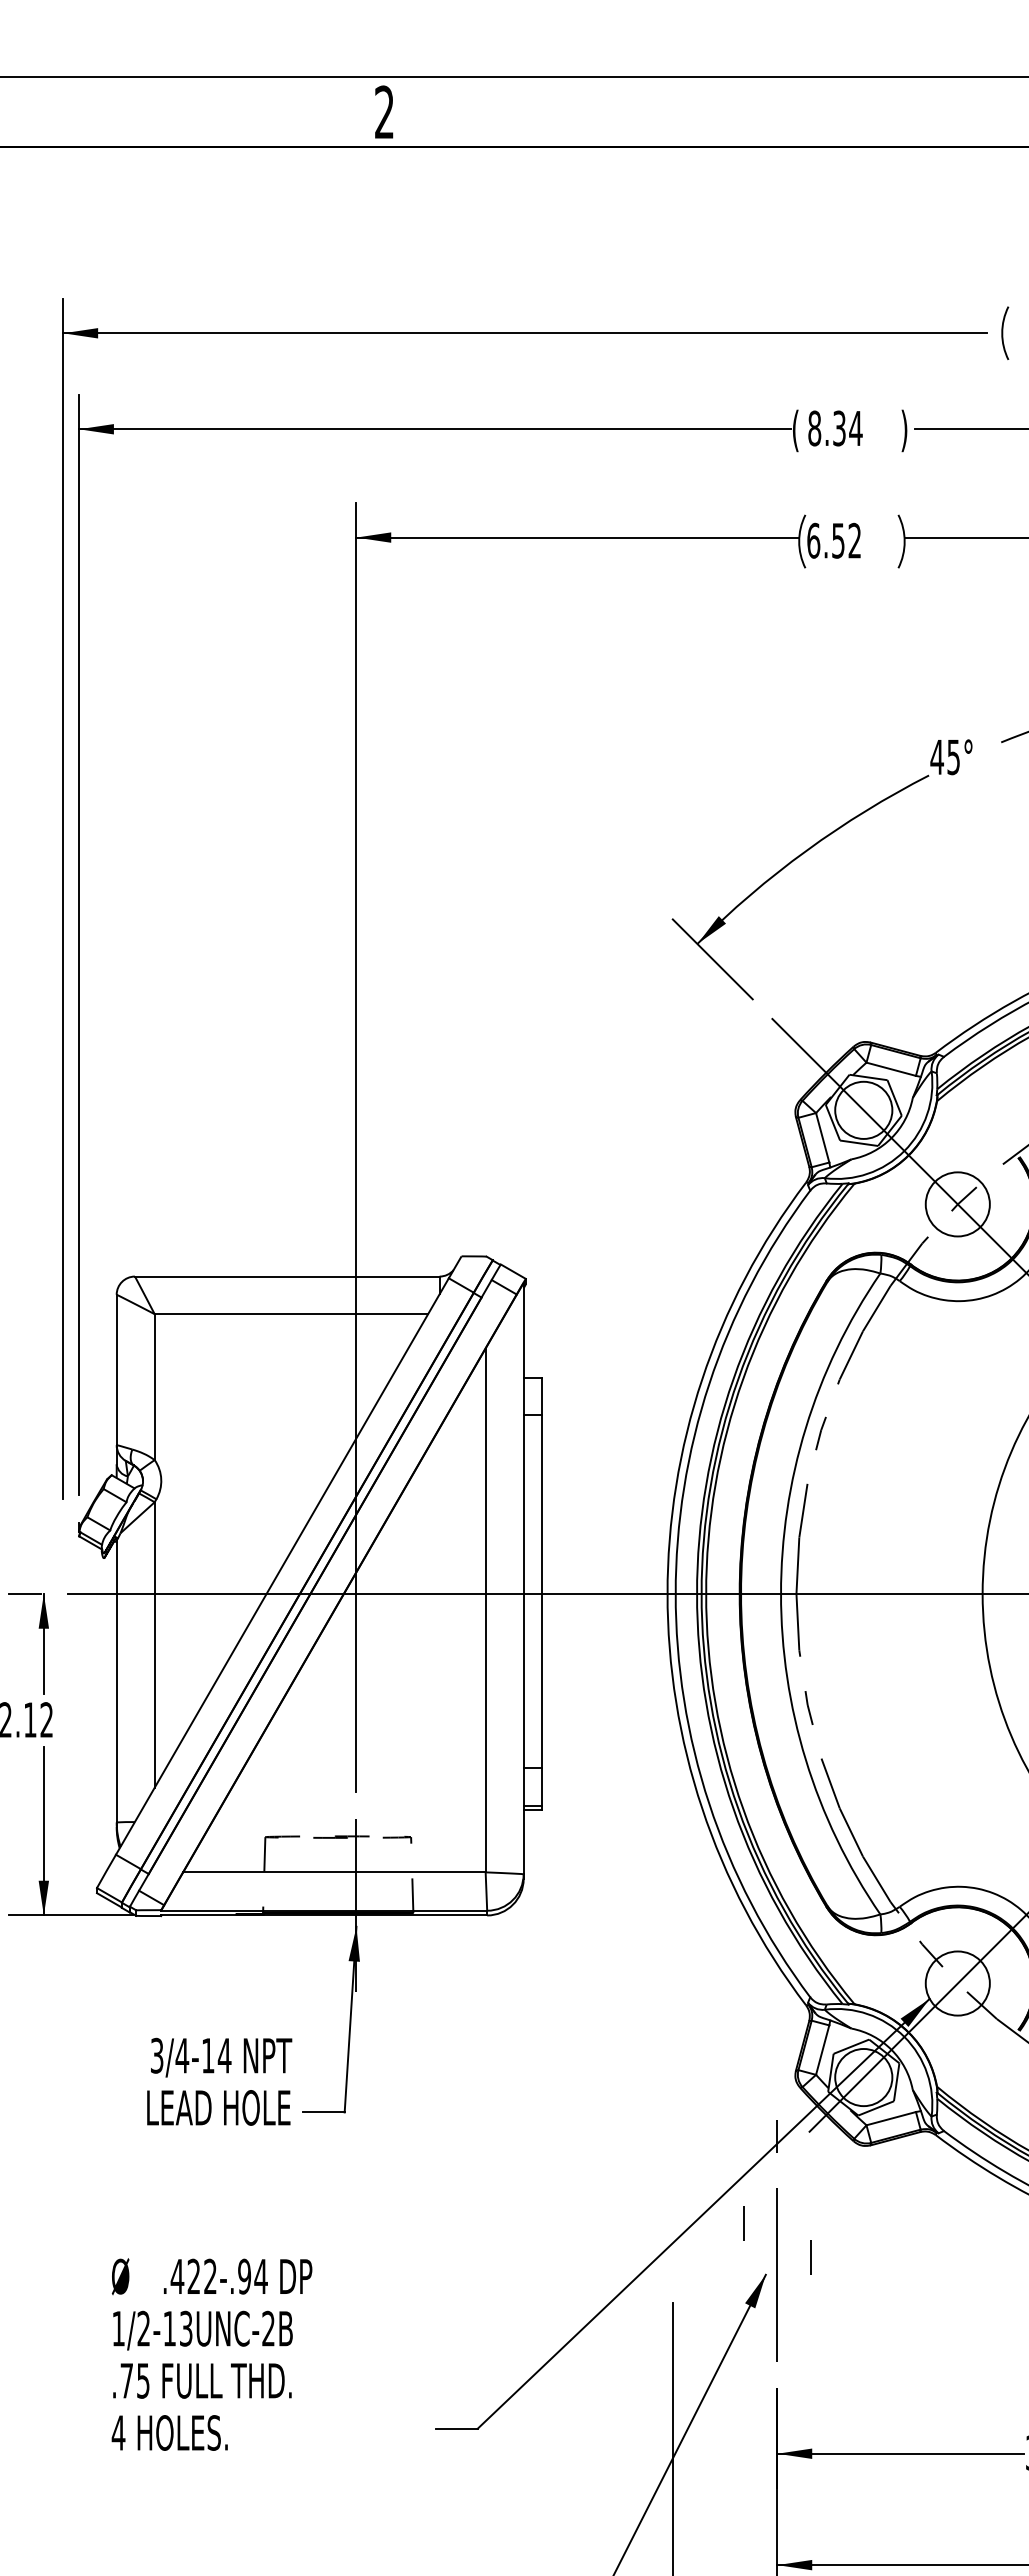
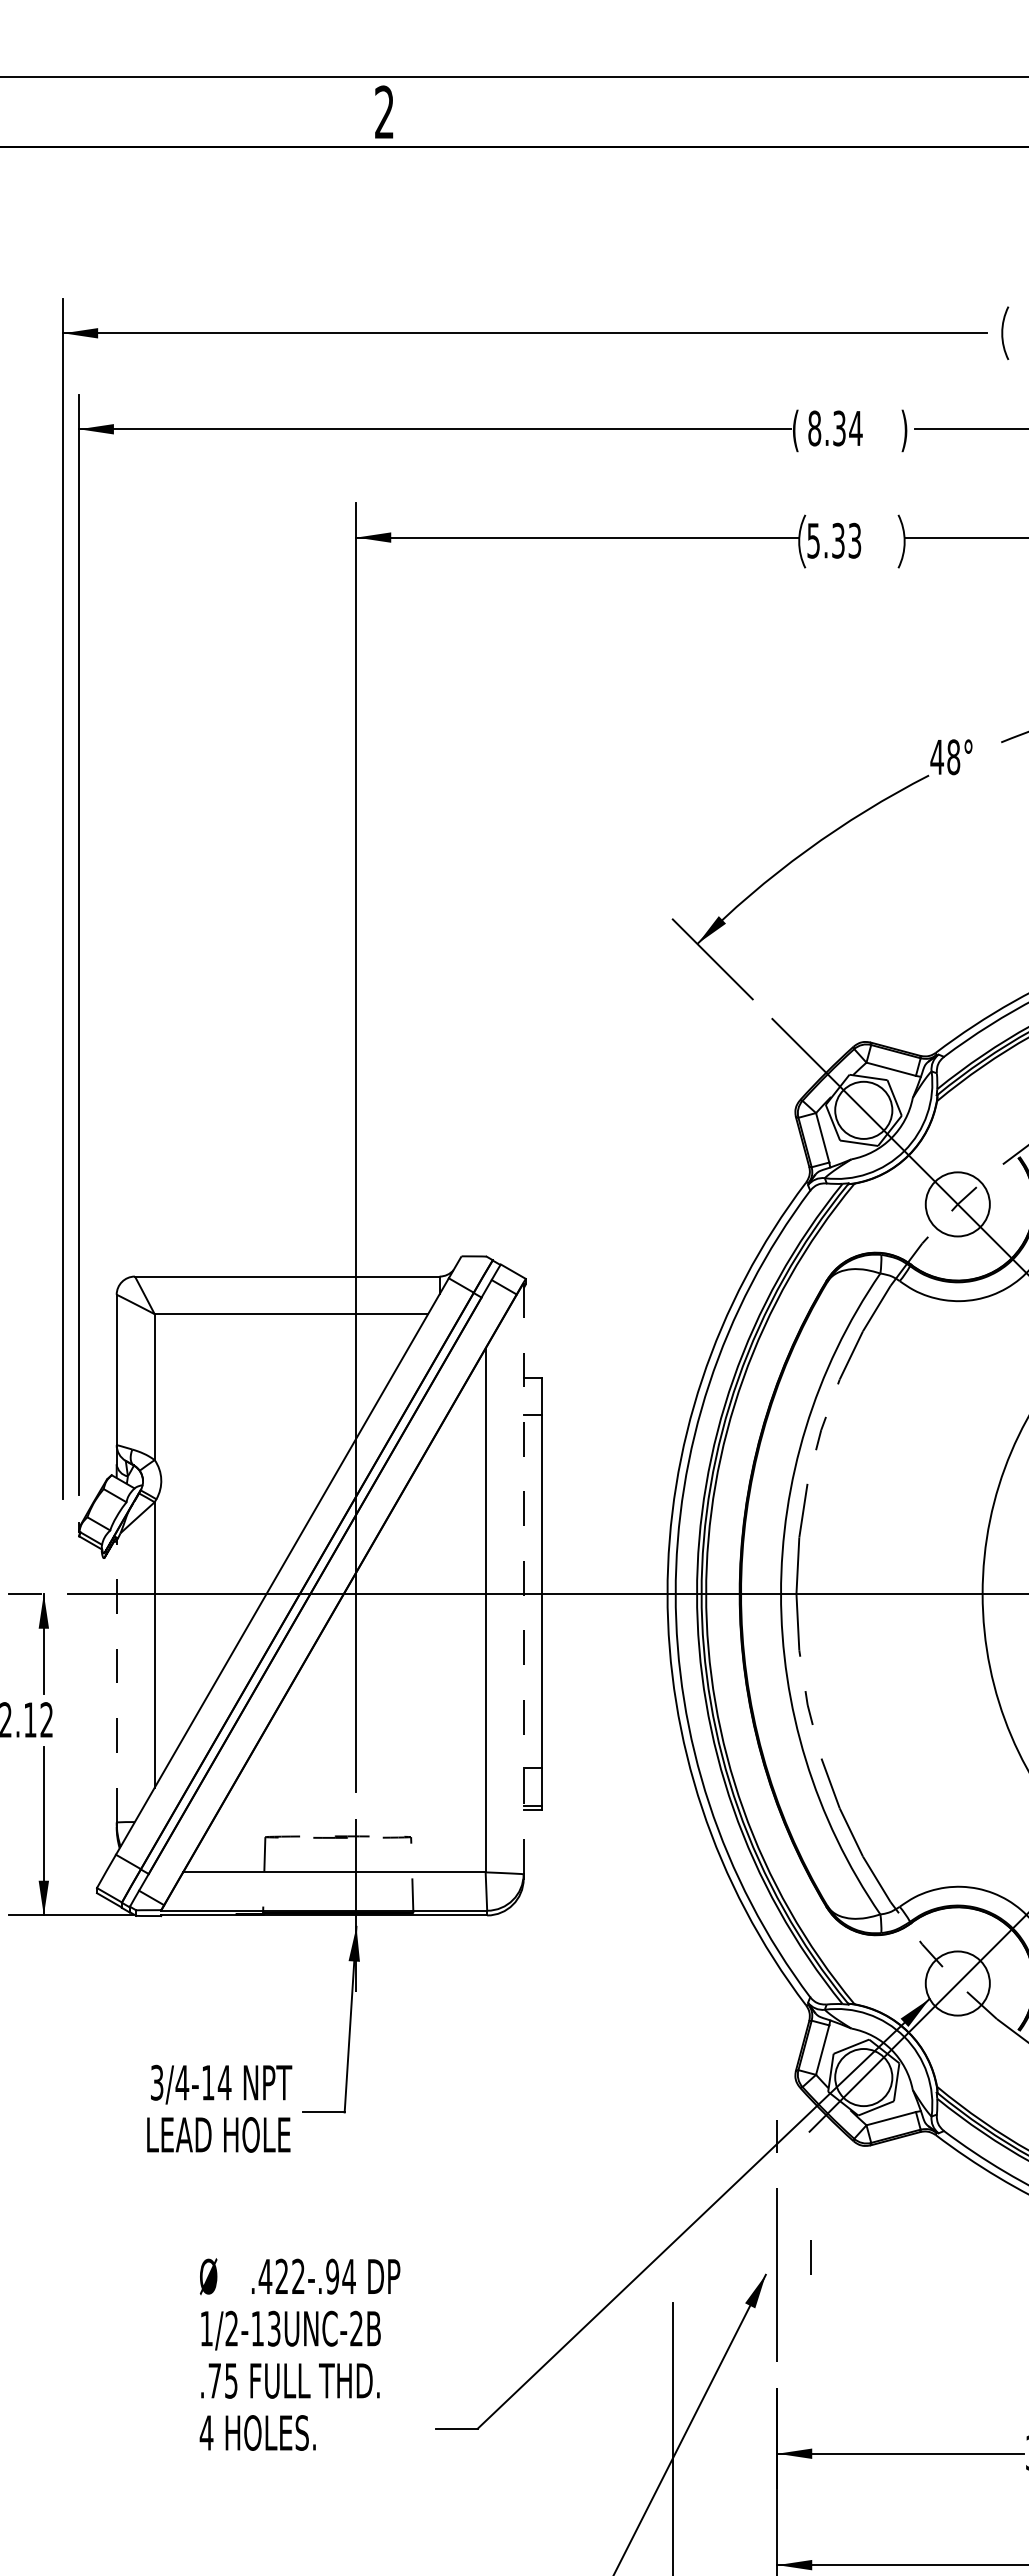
text at (834, 540): 6.52 -> 5.33
text at (953, 757): 45° -> 48°
line at (523, 1578): solid -> dashed
line at (116, 1680): solid -> dashed
text at (219, 2081) position: (219, 2081) -> (219, 2108)
line at (743, 2223): present -> none
text at (211, 2354) position: (211, 2354) -> (299, 2354)
